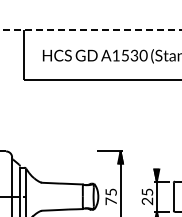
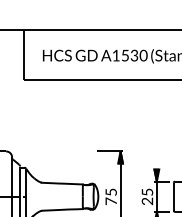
line at (90, 29): dashed -> solid
